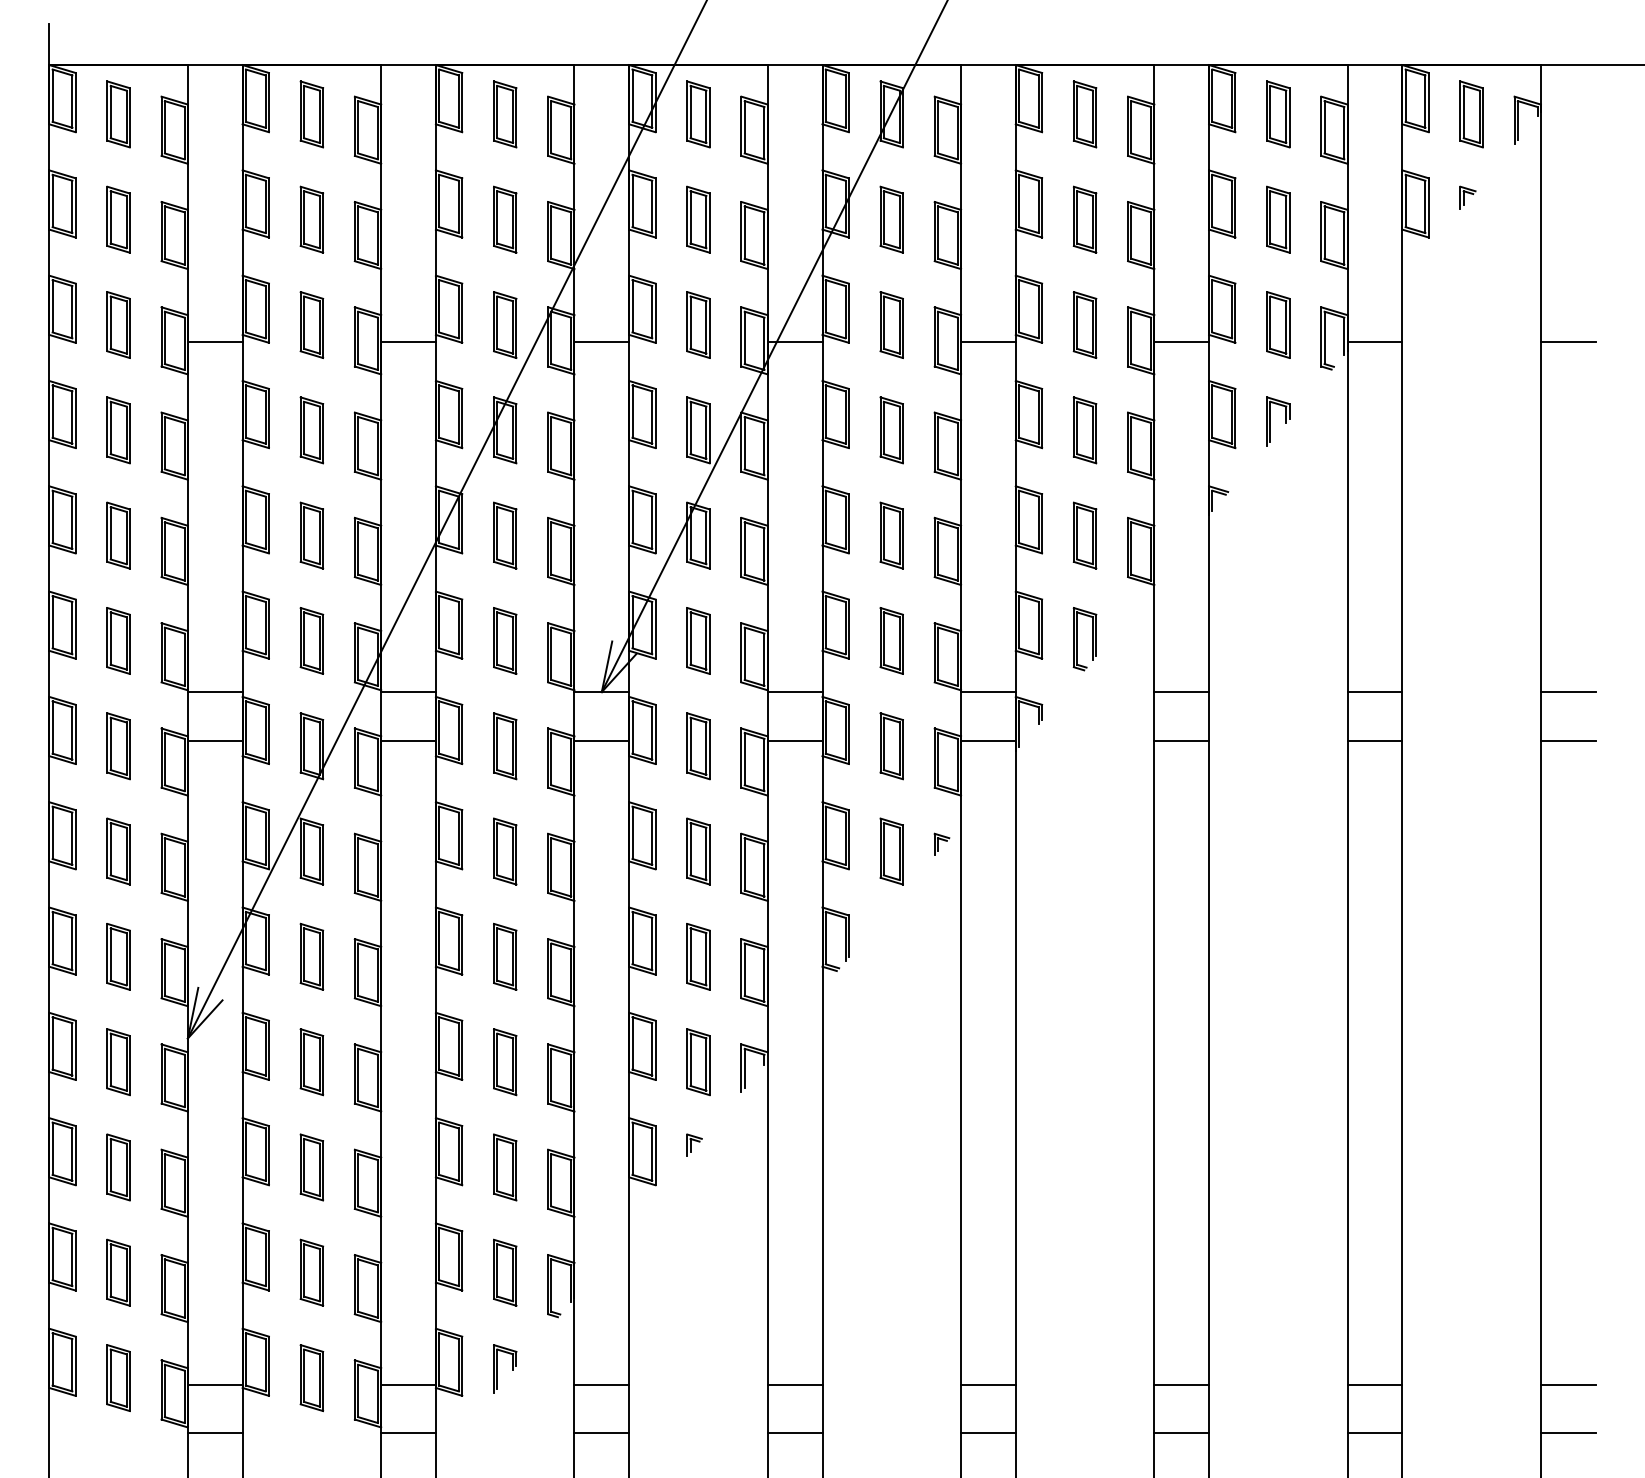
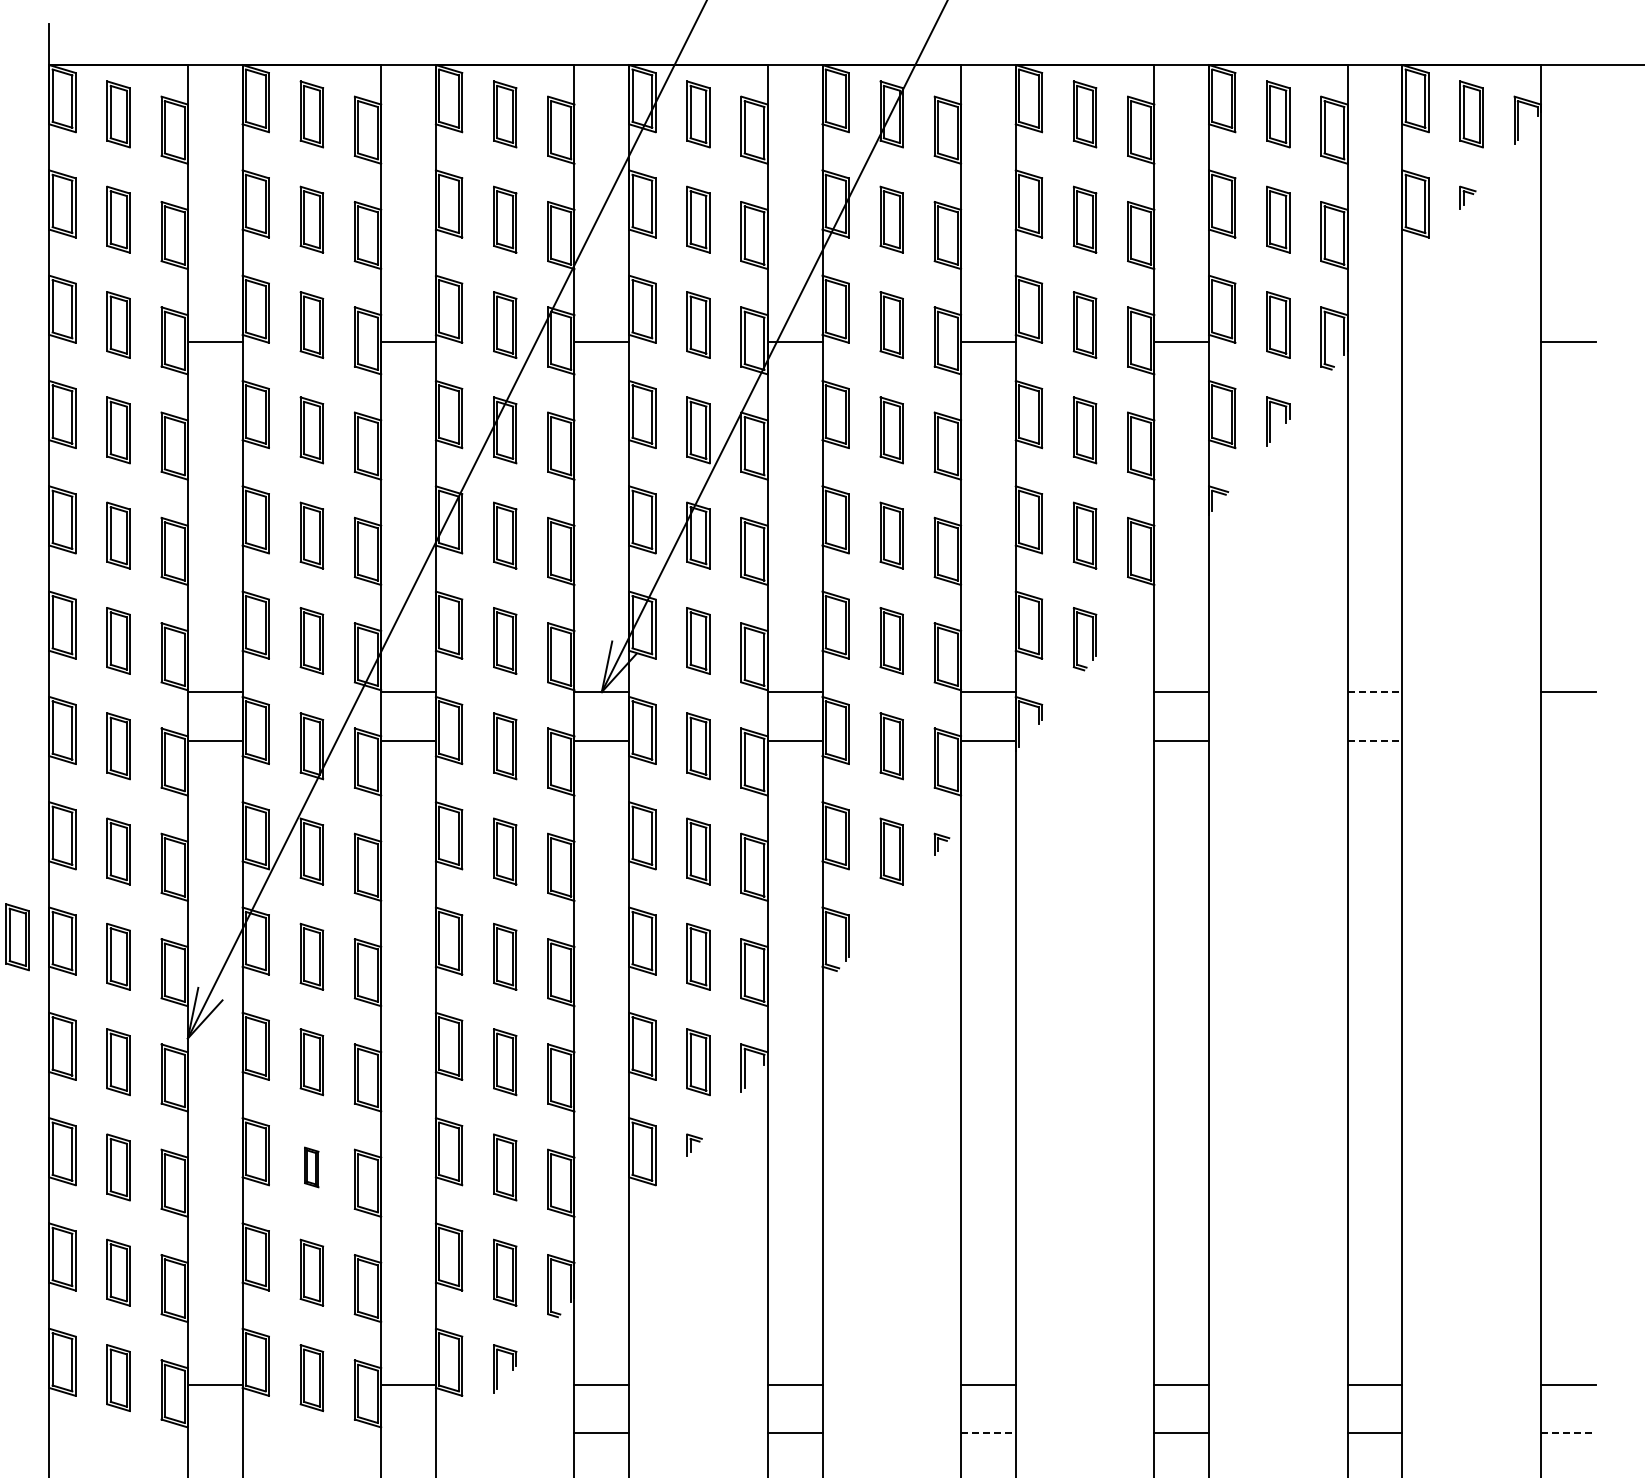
line at (1374, 342): present -> none
line at (1375, 692): solid -> dashed
line at (1375, 740): solid -> dashed
line at (1567, 740): present -> none
part at (17, 937): none -> present
part at (311, 1167) size: 25x69 px -> 16x43 px
line at (214, 1433): present -> none
line at (408, 1433): present -> none
line at (988, 1433): solid -> dashed
line at (1568, 1433): solid -> dashed
